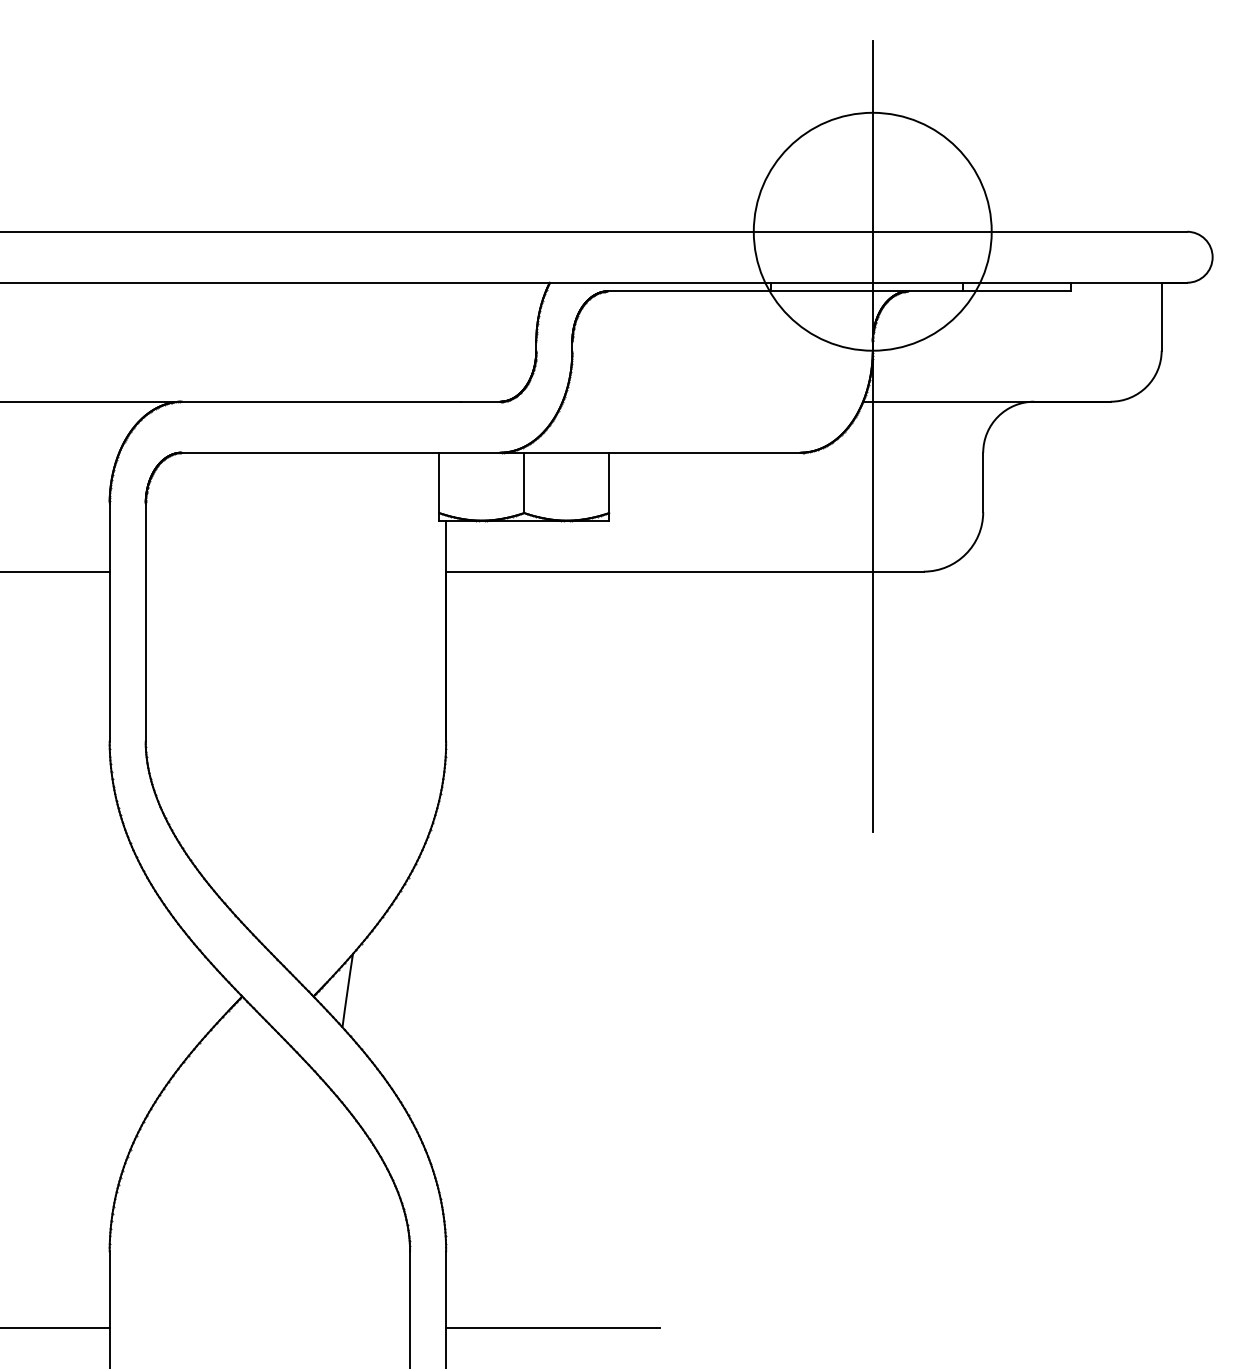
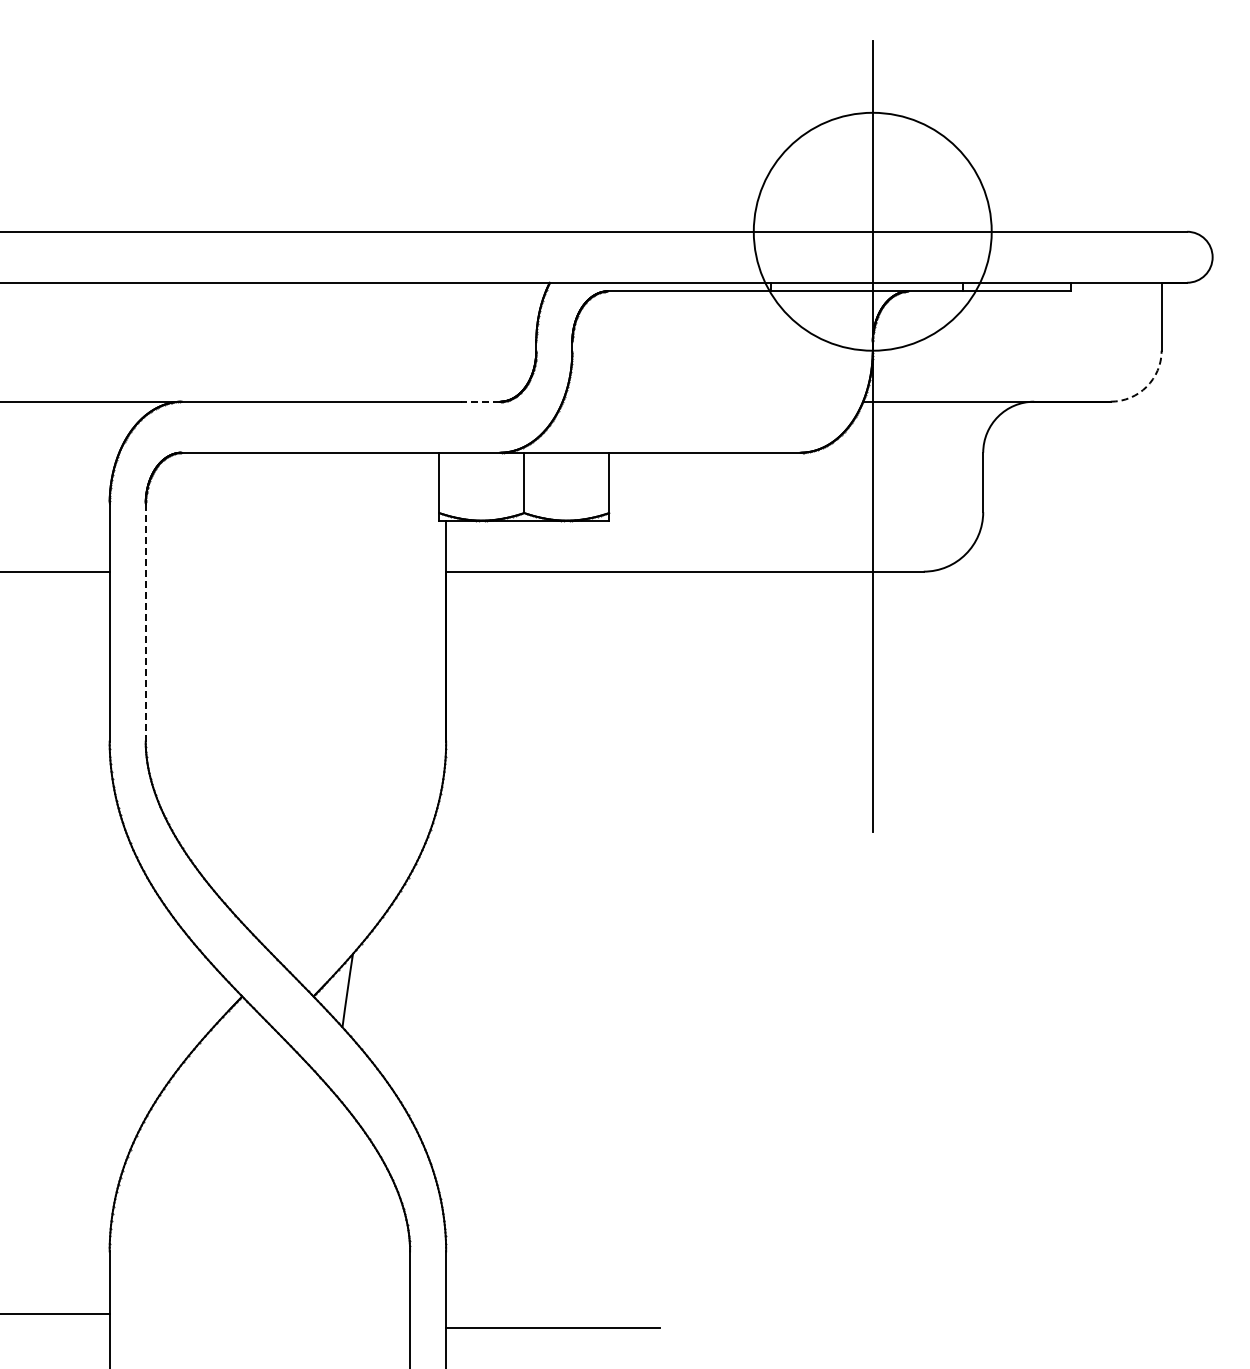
arc at (1146, 386): solid -> dashed
line at (480, 401): solid -> dashed
line at (145, 622): solid -> dashed
line at (55, 1327) position: (55, 1327) -> (55, 1313)
